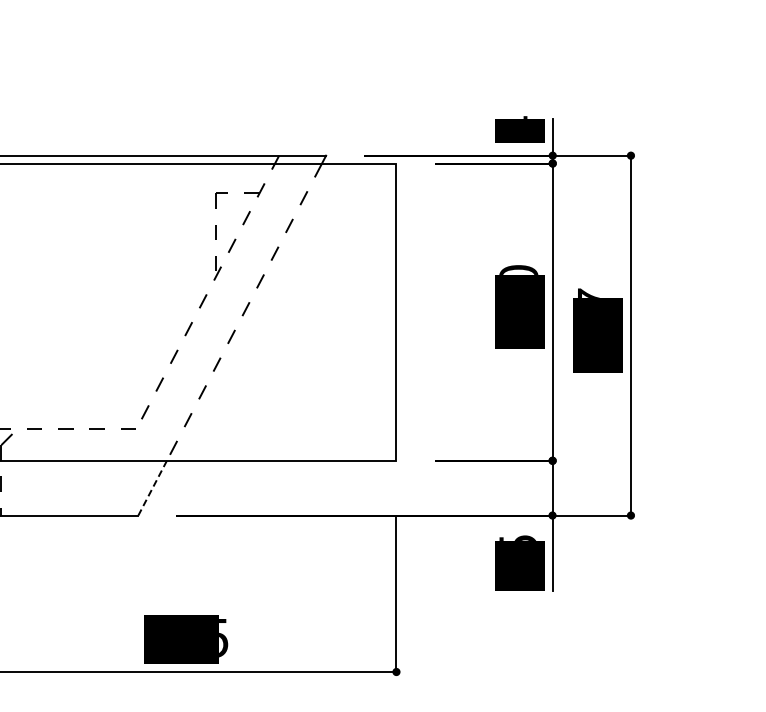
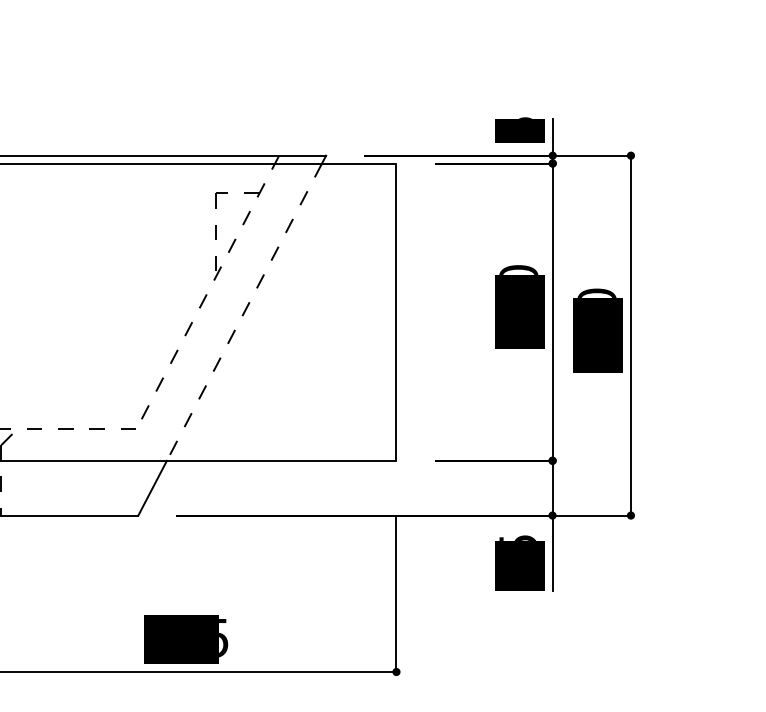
text at (525, 117): 4 -> 5
text at (596, 292): 237 -> 230
line at (152, 488): dashed -> solid
